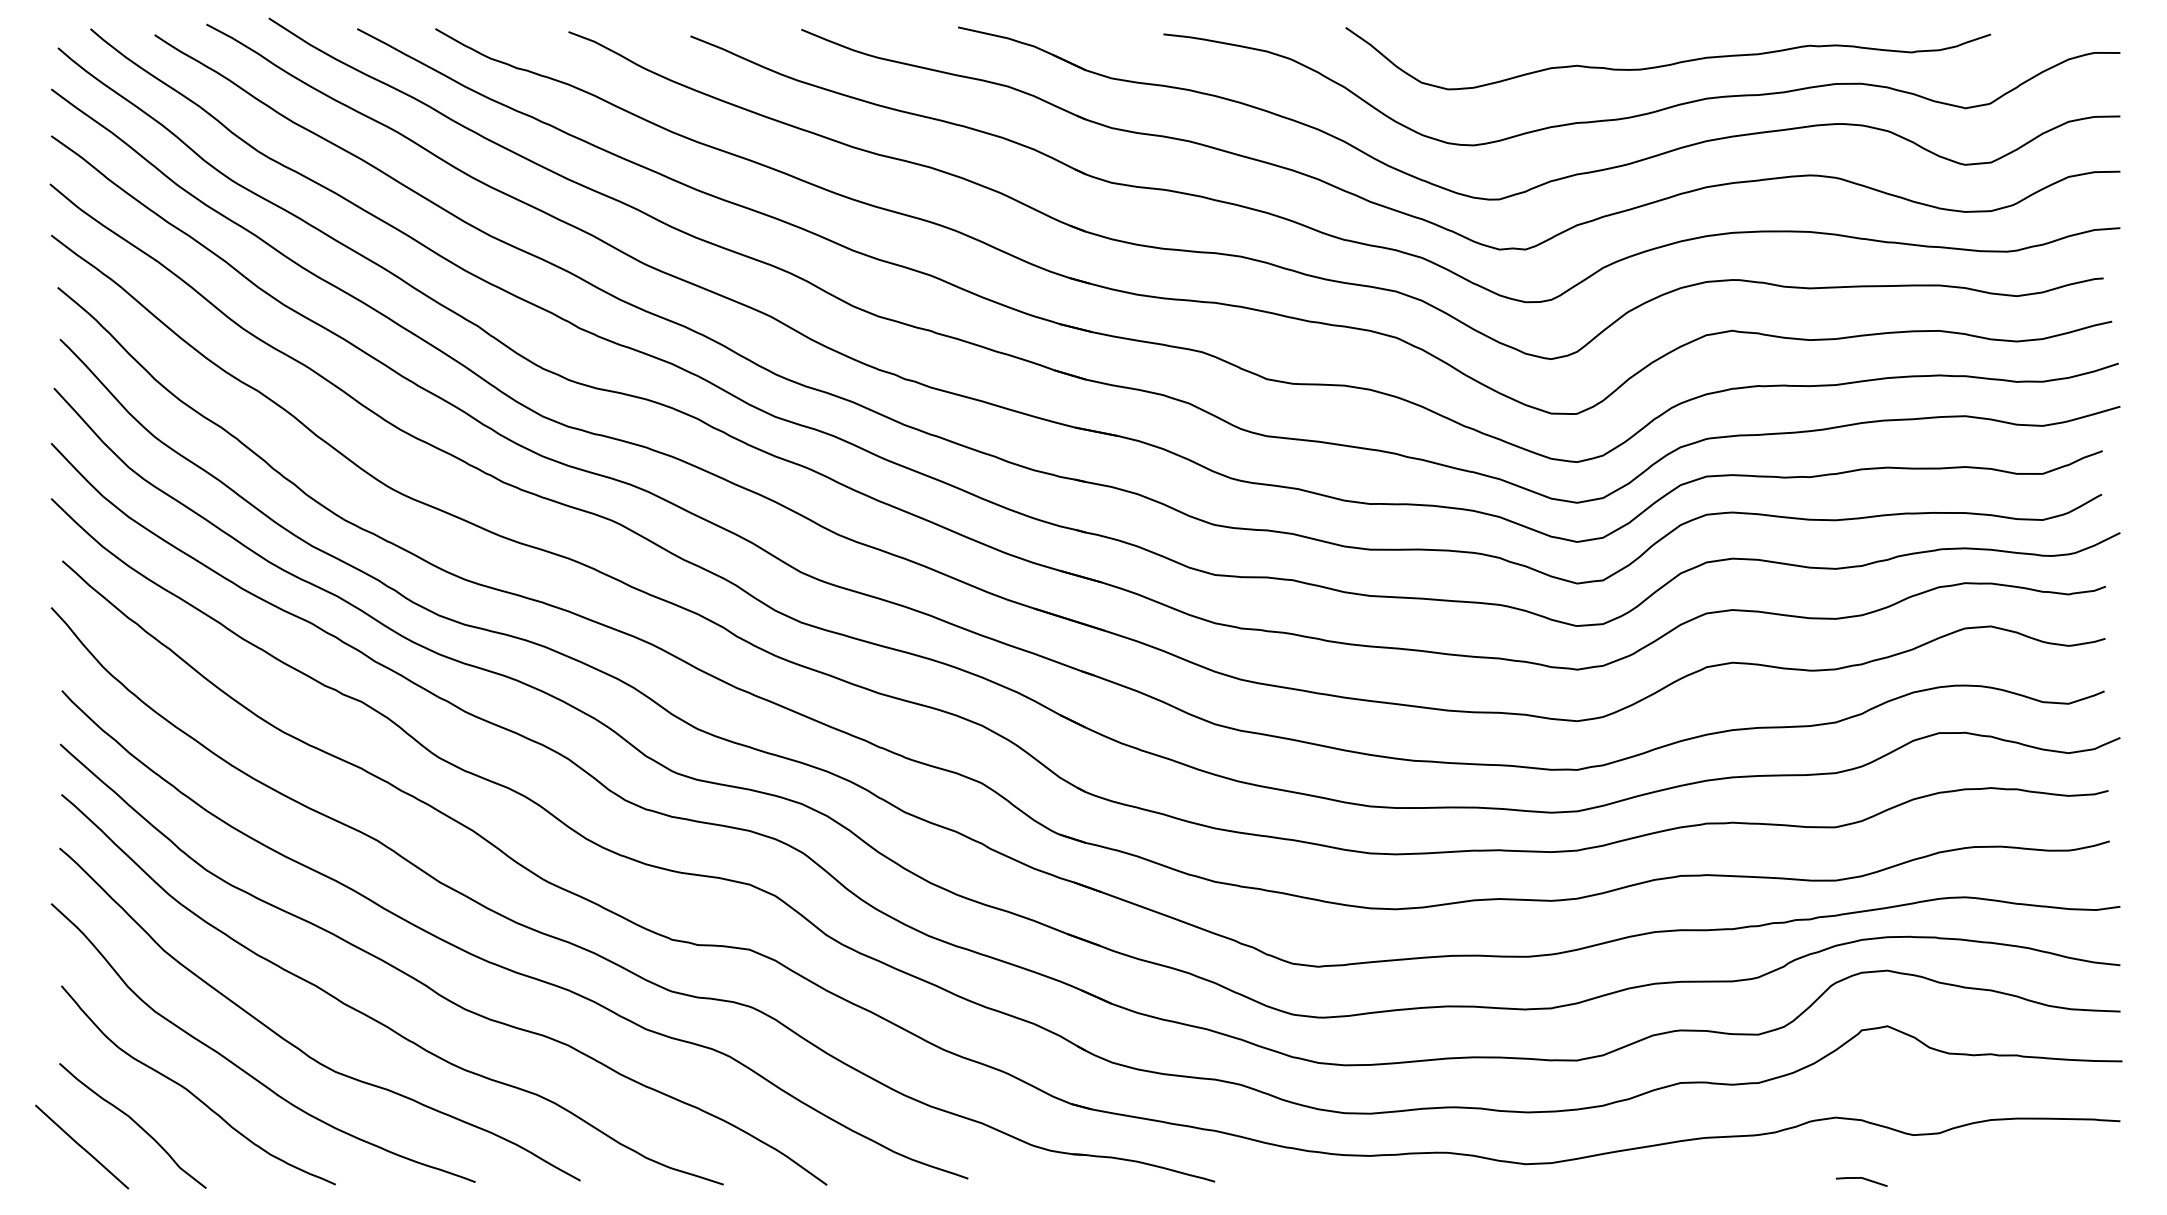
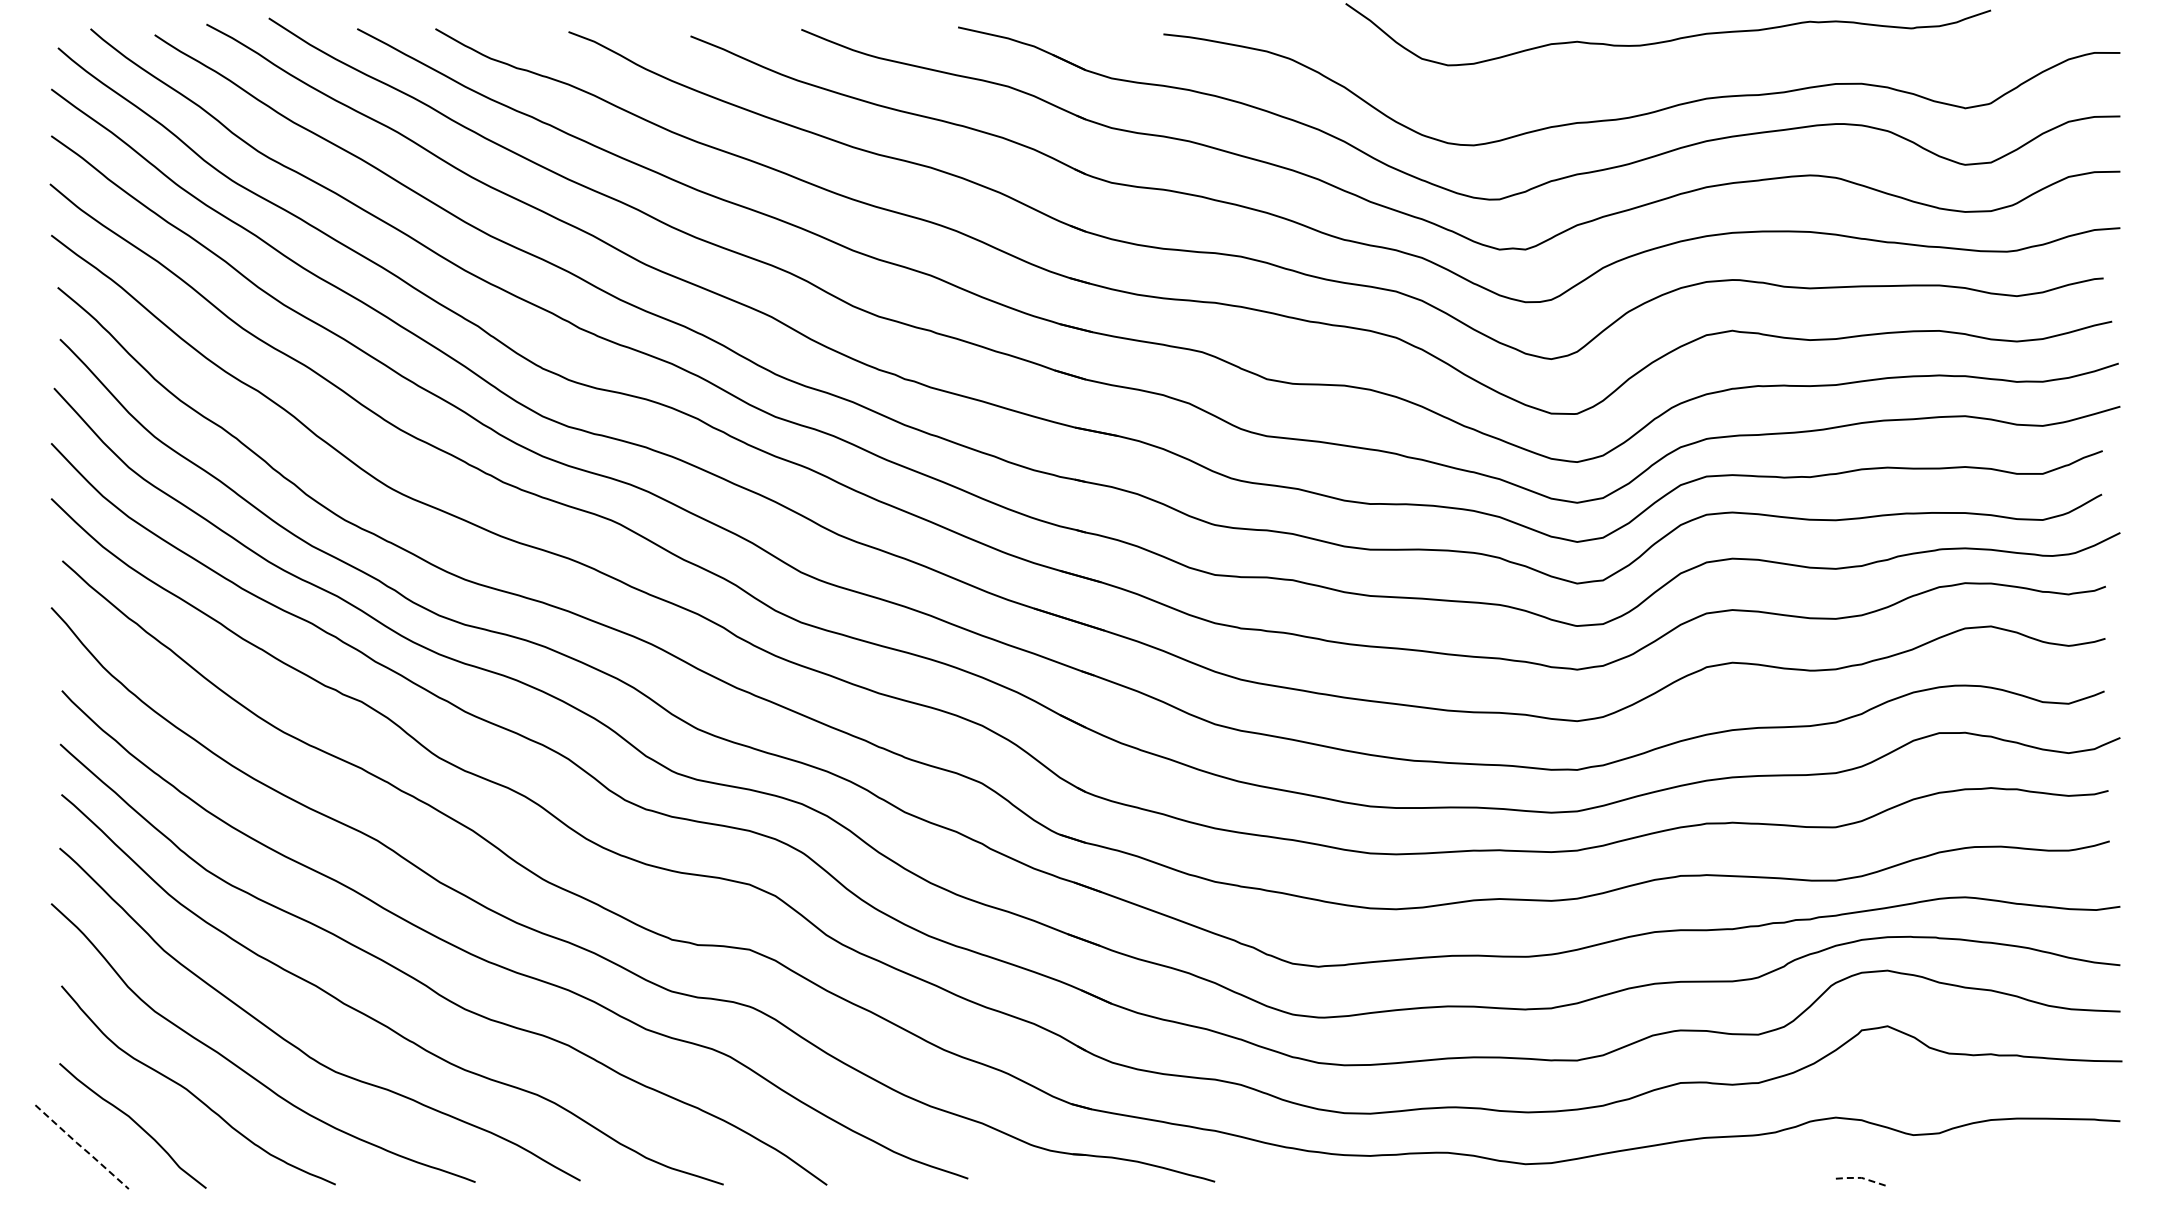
curve at (1670, 63) position: (1670, 63) -> (1670, 39)
line at (82, 1147): solid -> dashed
line at (1861, 1177): solid -> dashed
